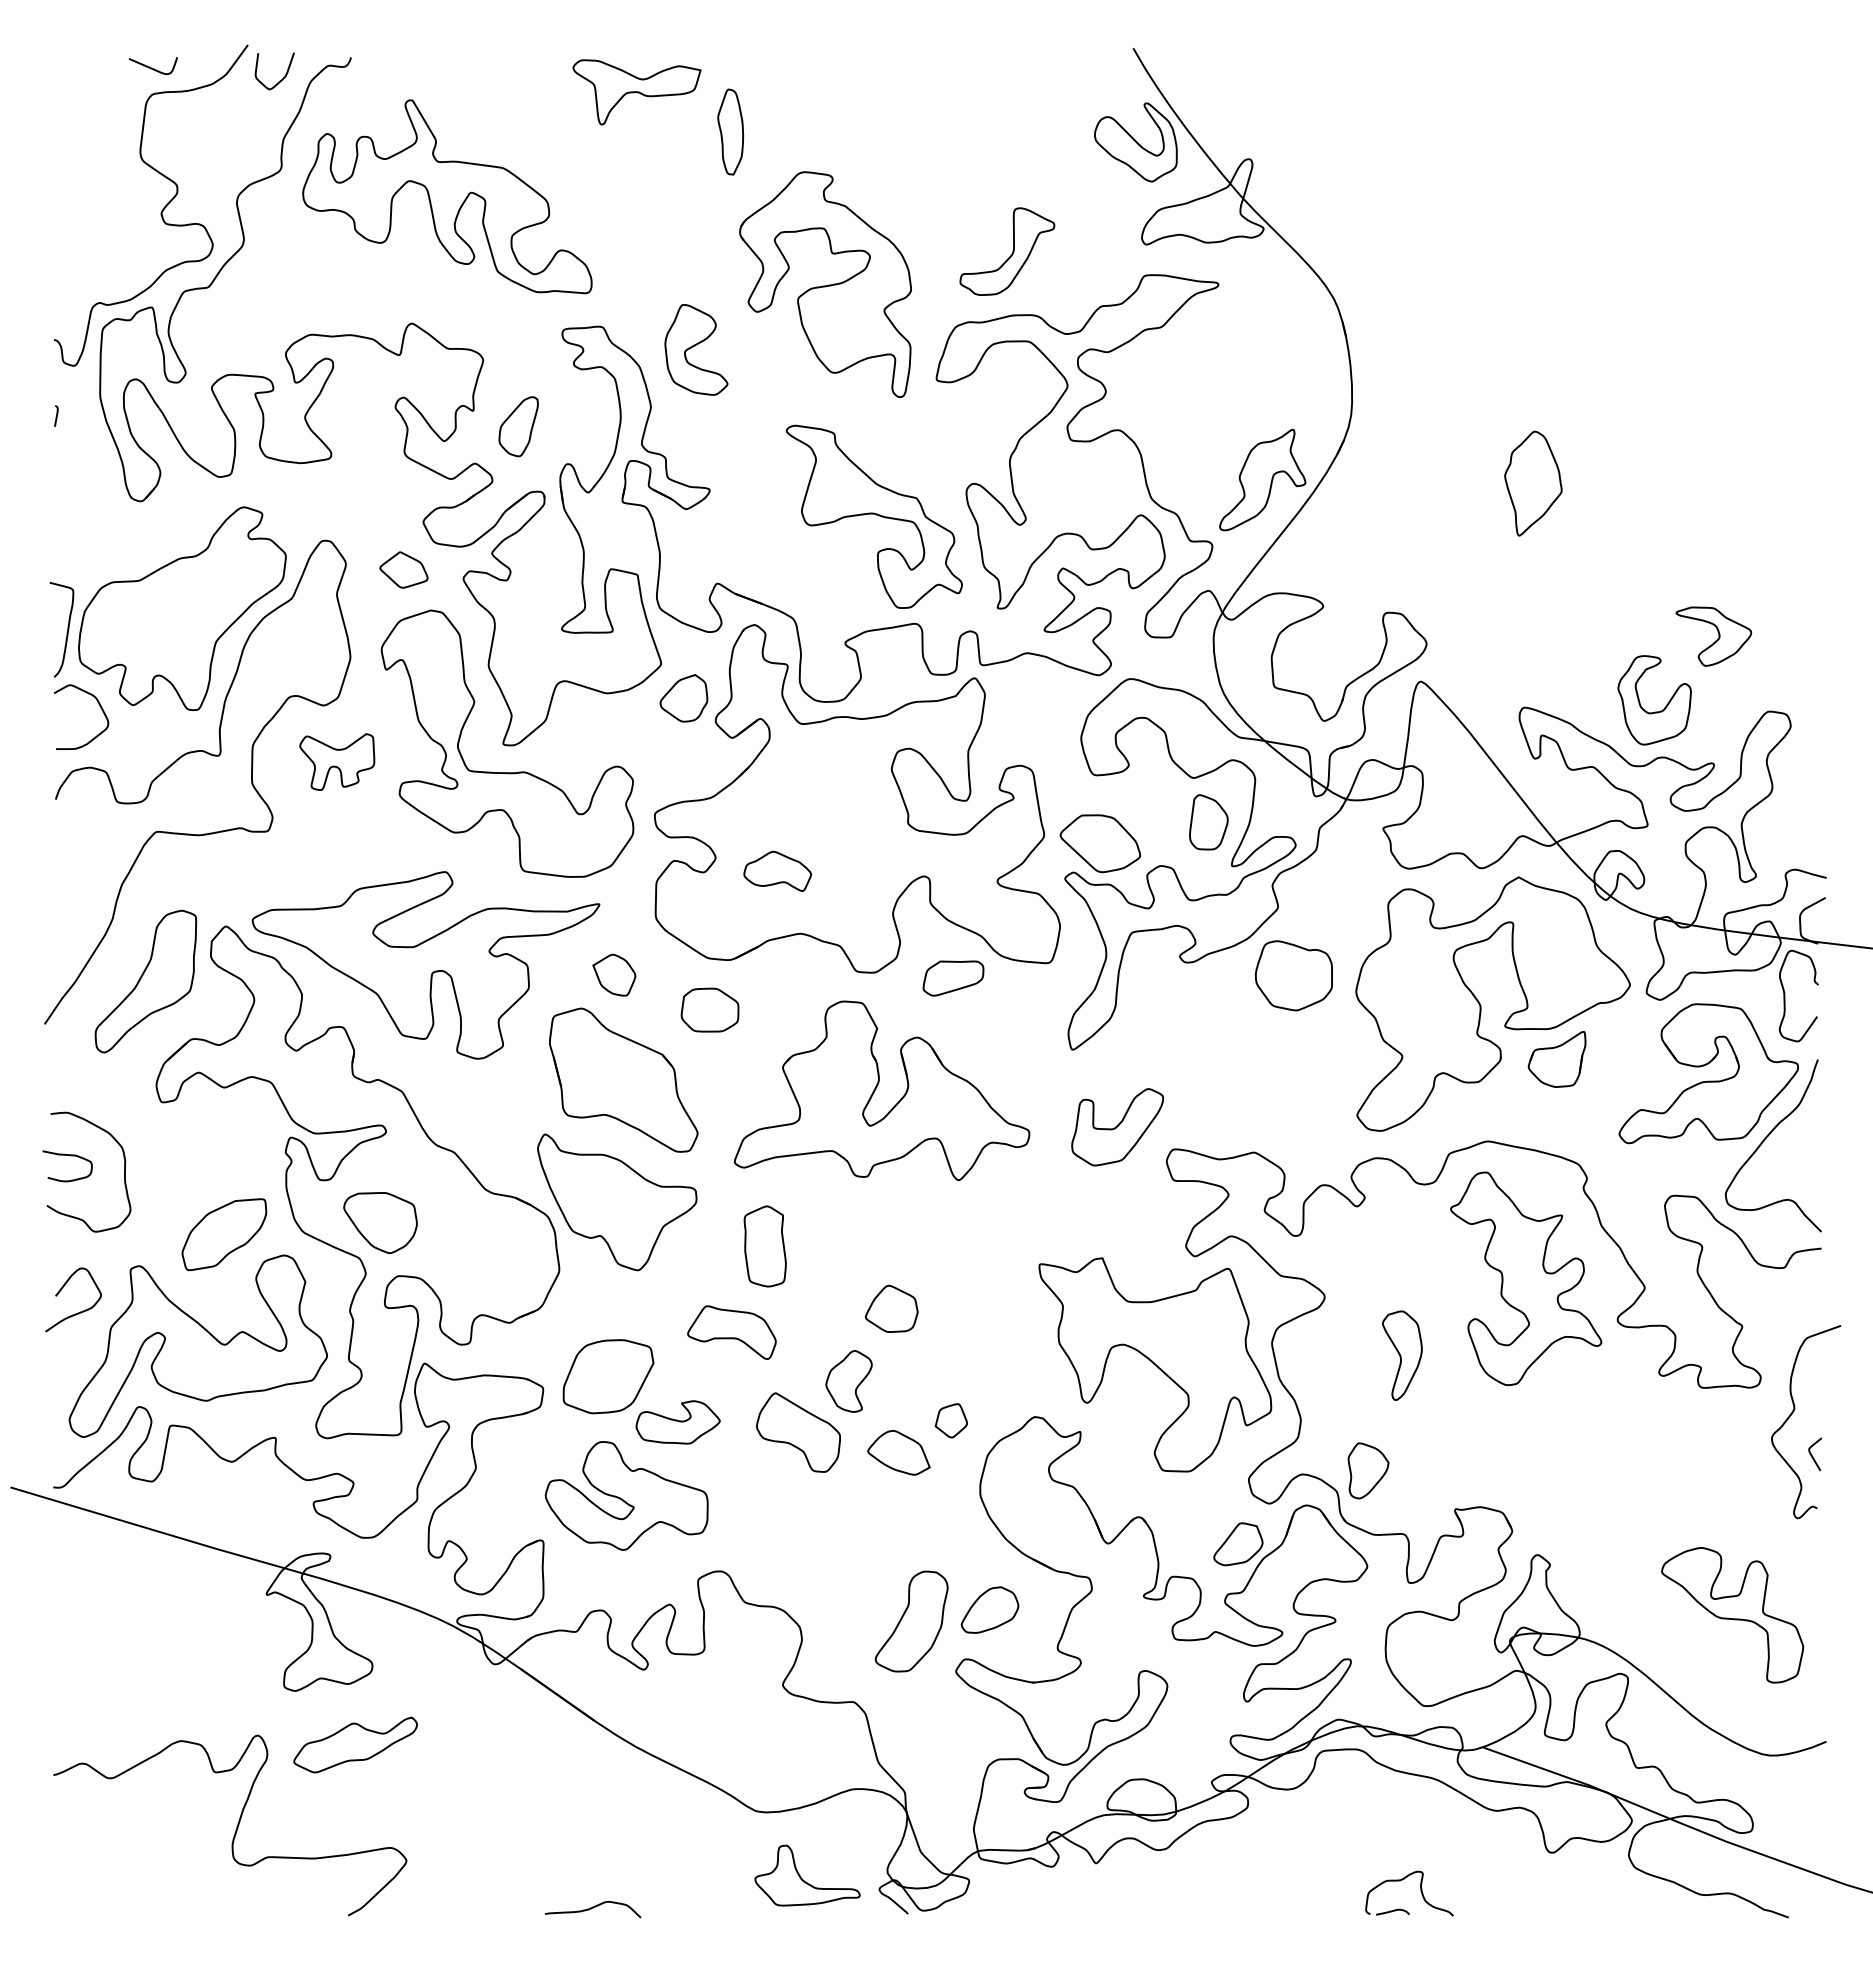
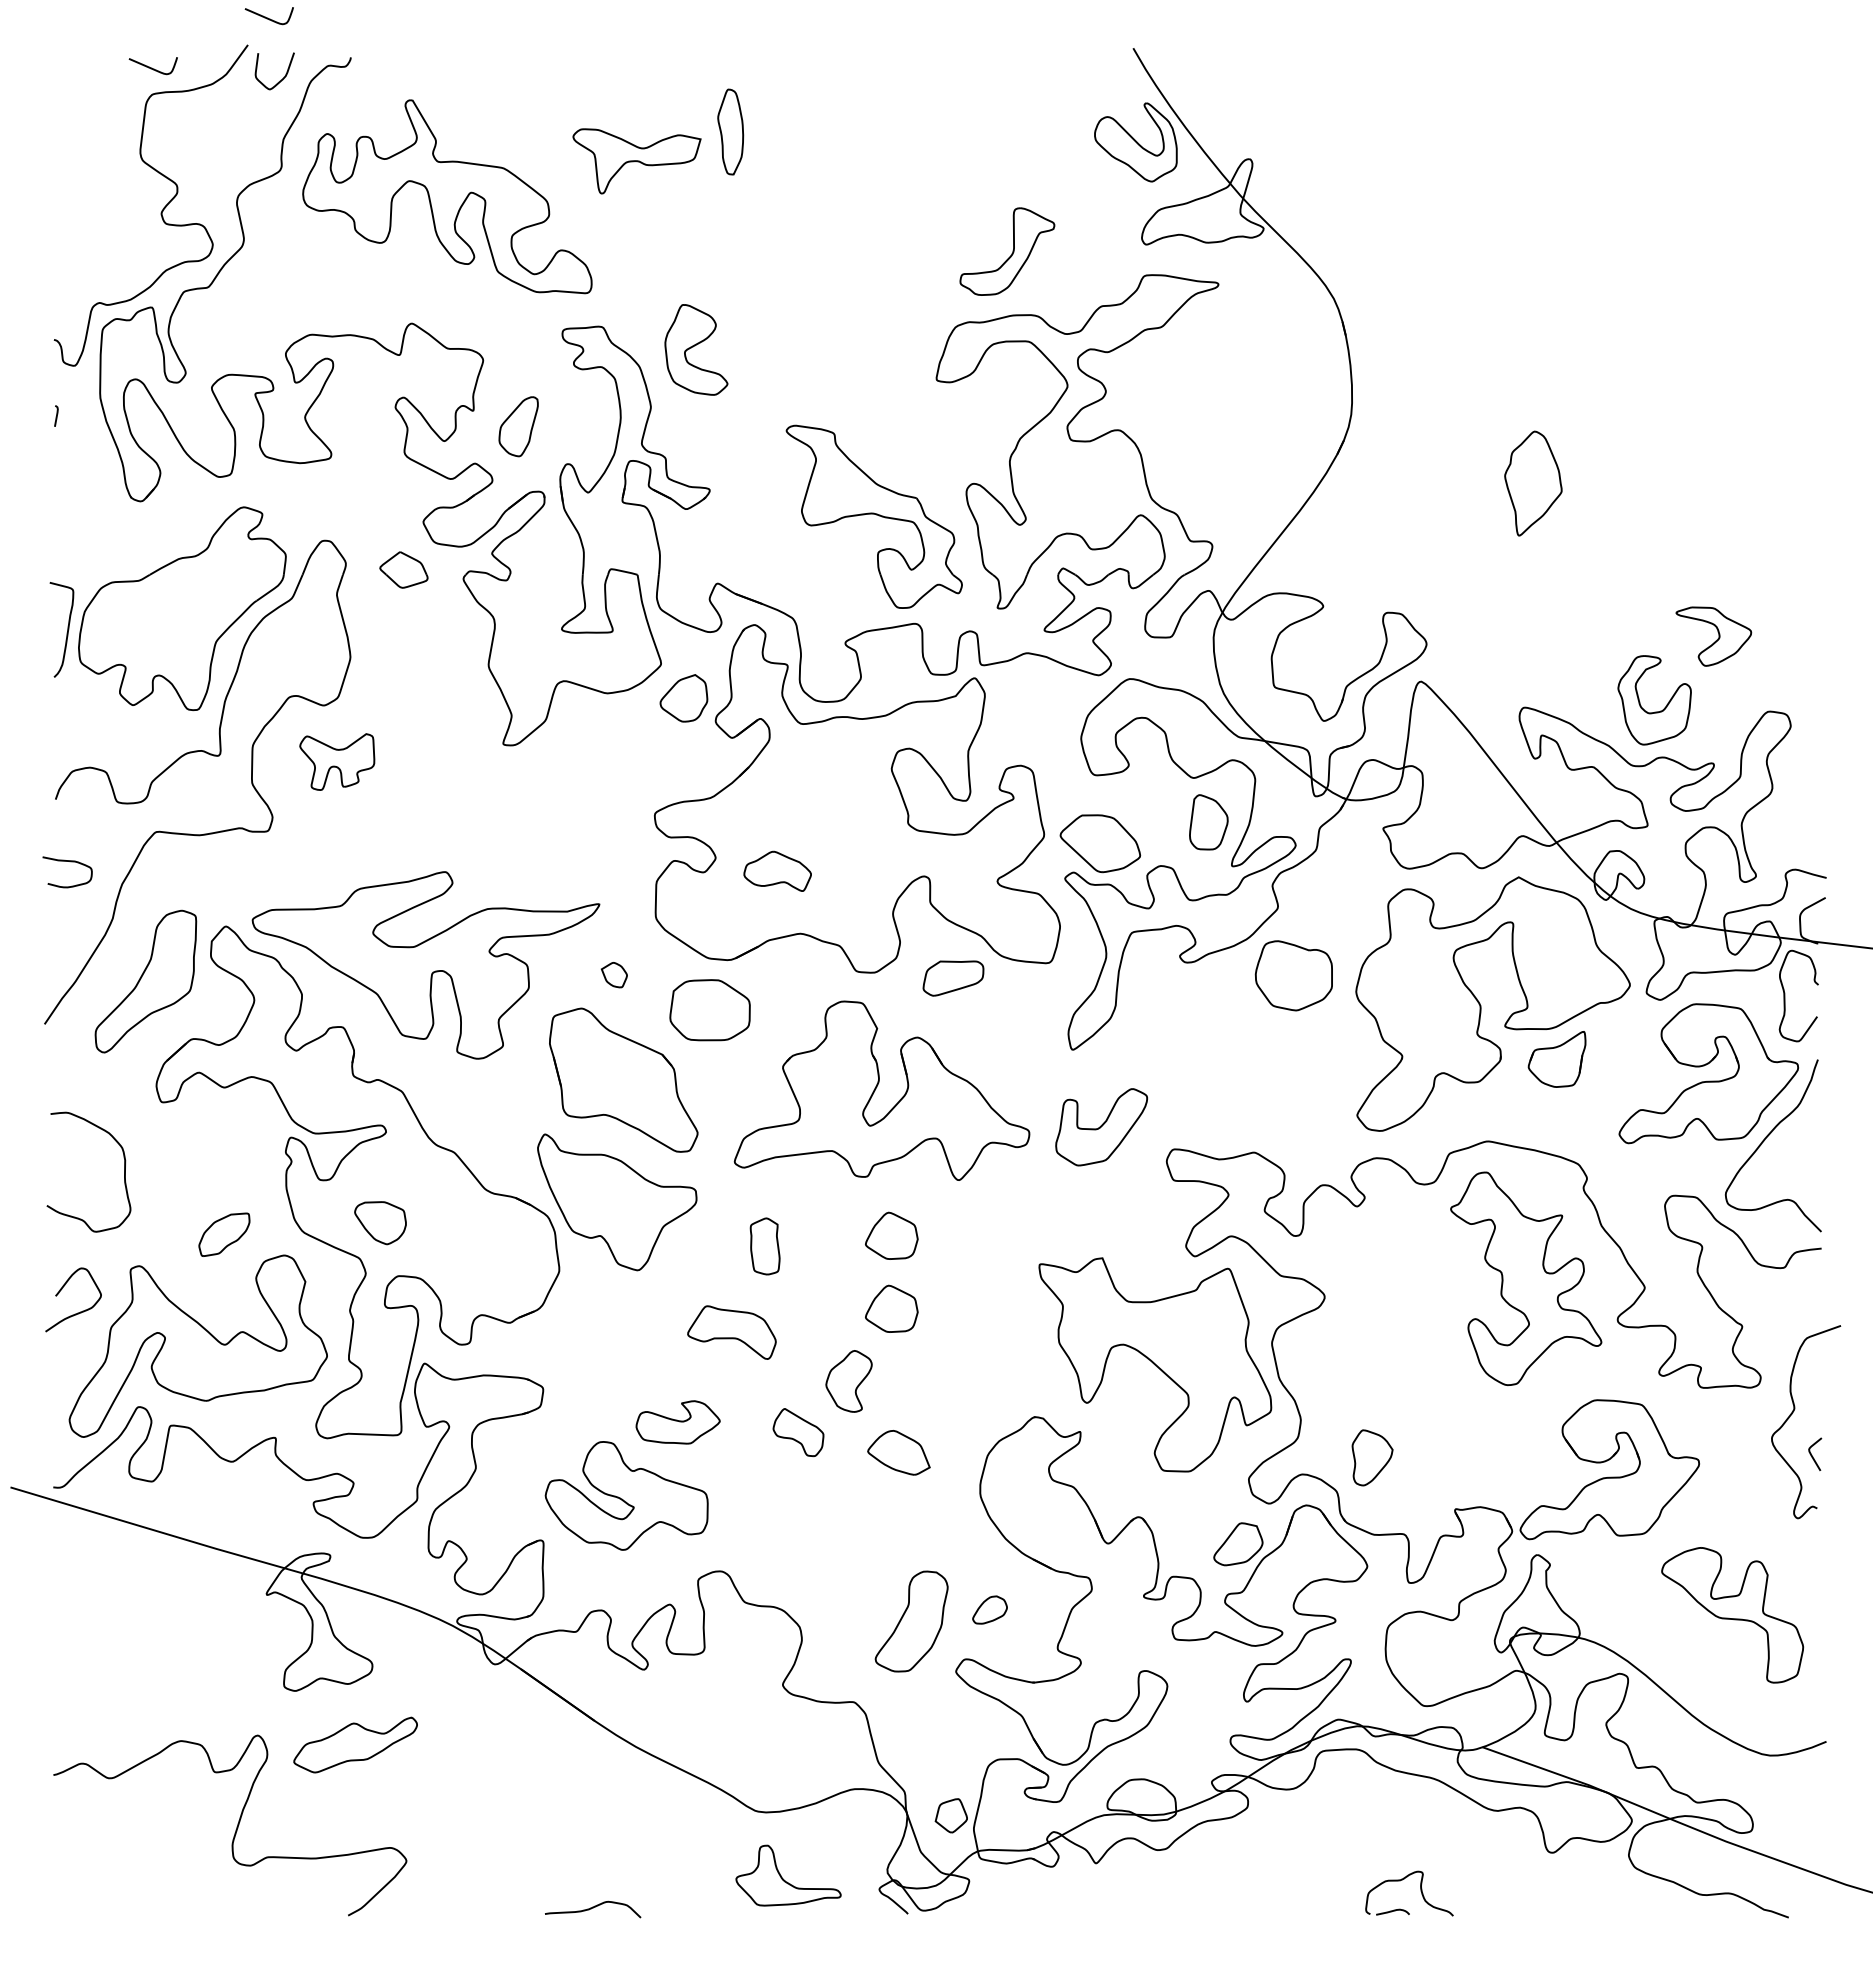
curve at (267, 17): none -> present
part at (636, 92) position: (636, 92) -> (636, 161)
part at (825, 284): present -> none
part at (1262, 479): present -> none
curve at (99, 706): present -> none
part at (507, 772): present -> none
part at (614, 974) size: 45x44 px -> 28x27 px
part at (709, 1009) size: 60x46 px -> 82x63 px
part at (1117, 1127) position: (1117, 1127) -> (1101, 1127)
curve at (70, 1156) position: (70, 1156) -> (70, 862)
part at (380, 1223) size: 75x63 px -> 53x45 px
part at (224, 1234) size: 87x74 px -> 53x45 px
part at (891, 1235): none -> present
part at (764, 1246) size: 44x83 px -> 32x59 px
part at (1402, 1355): present -> none
part at (608, 1376): present -> none
part at (950, 1420) position: (950, 1420) -> (950, 1815)
part at (798, 1432) size: 85x81 px -> 53x50 px
part at (1368, 1470) position: (1368, 1470) -> (1372, 1457)
part at (1609, 1476): none -> present
part at (989, 1609) size: 60x48 px -> 36x30 px
part at (807, 1875) position: (807, 1875) -> (788, 1875)
